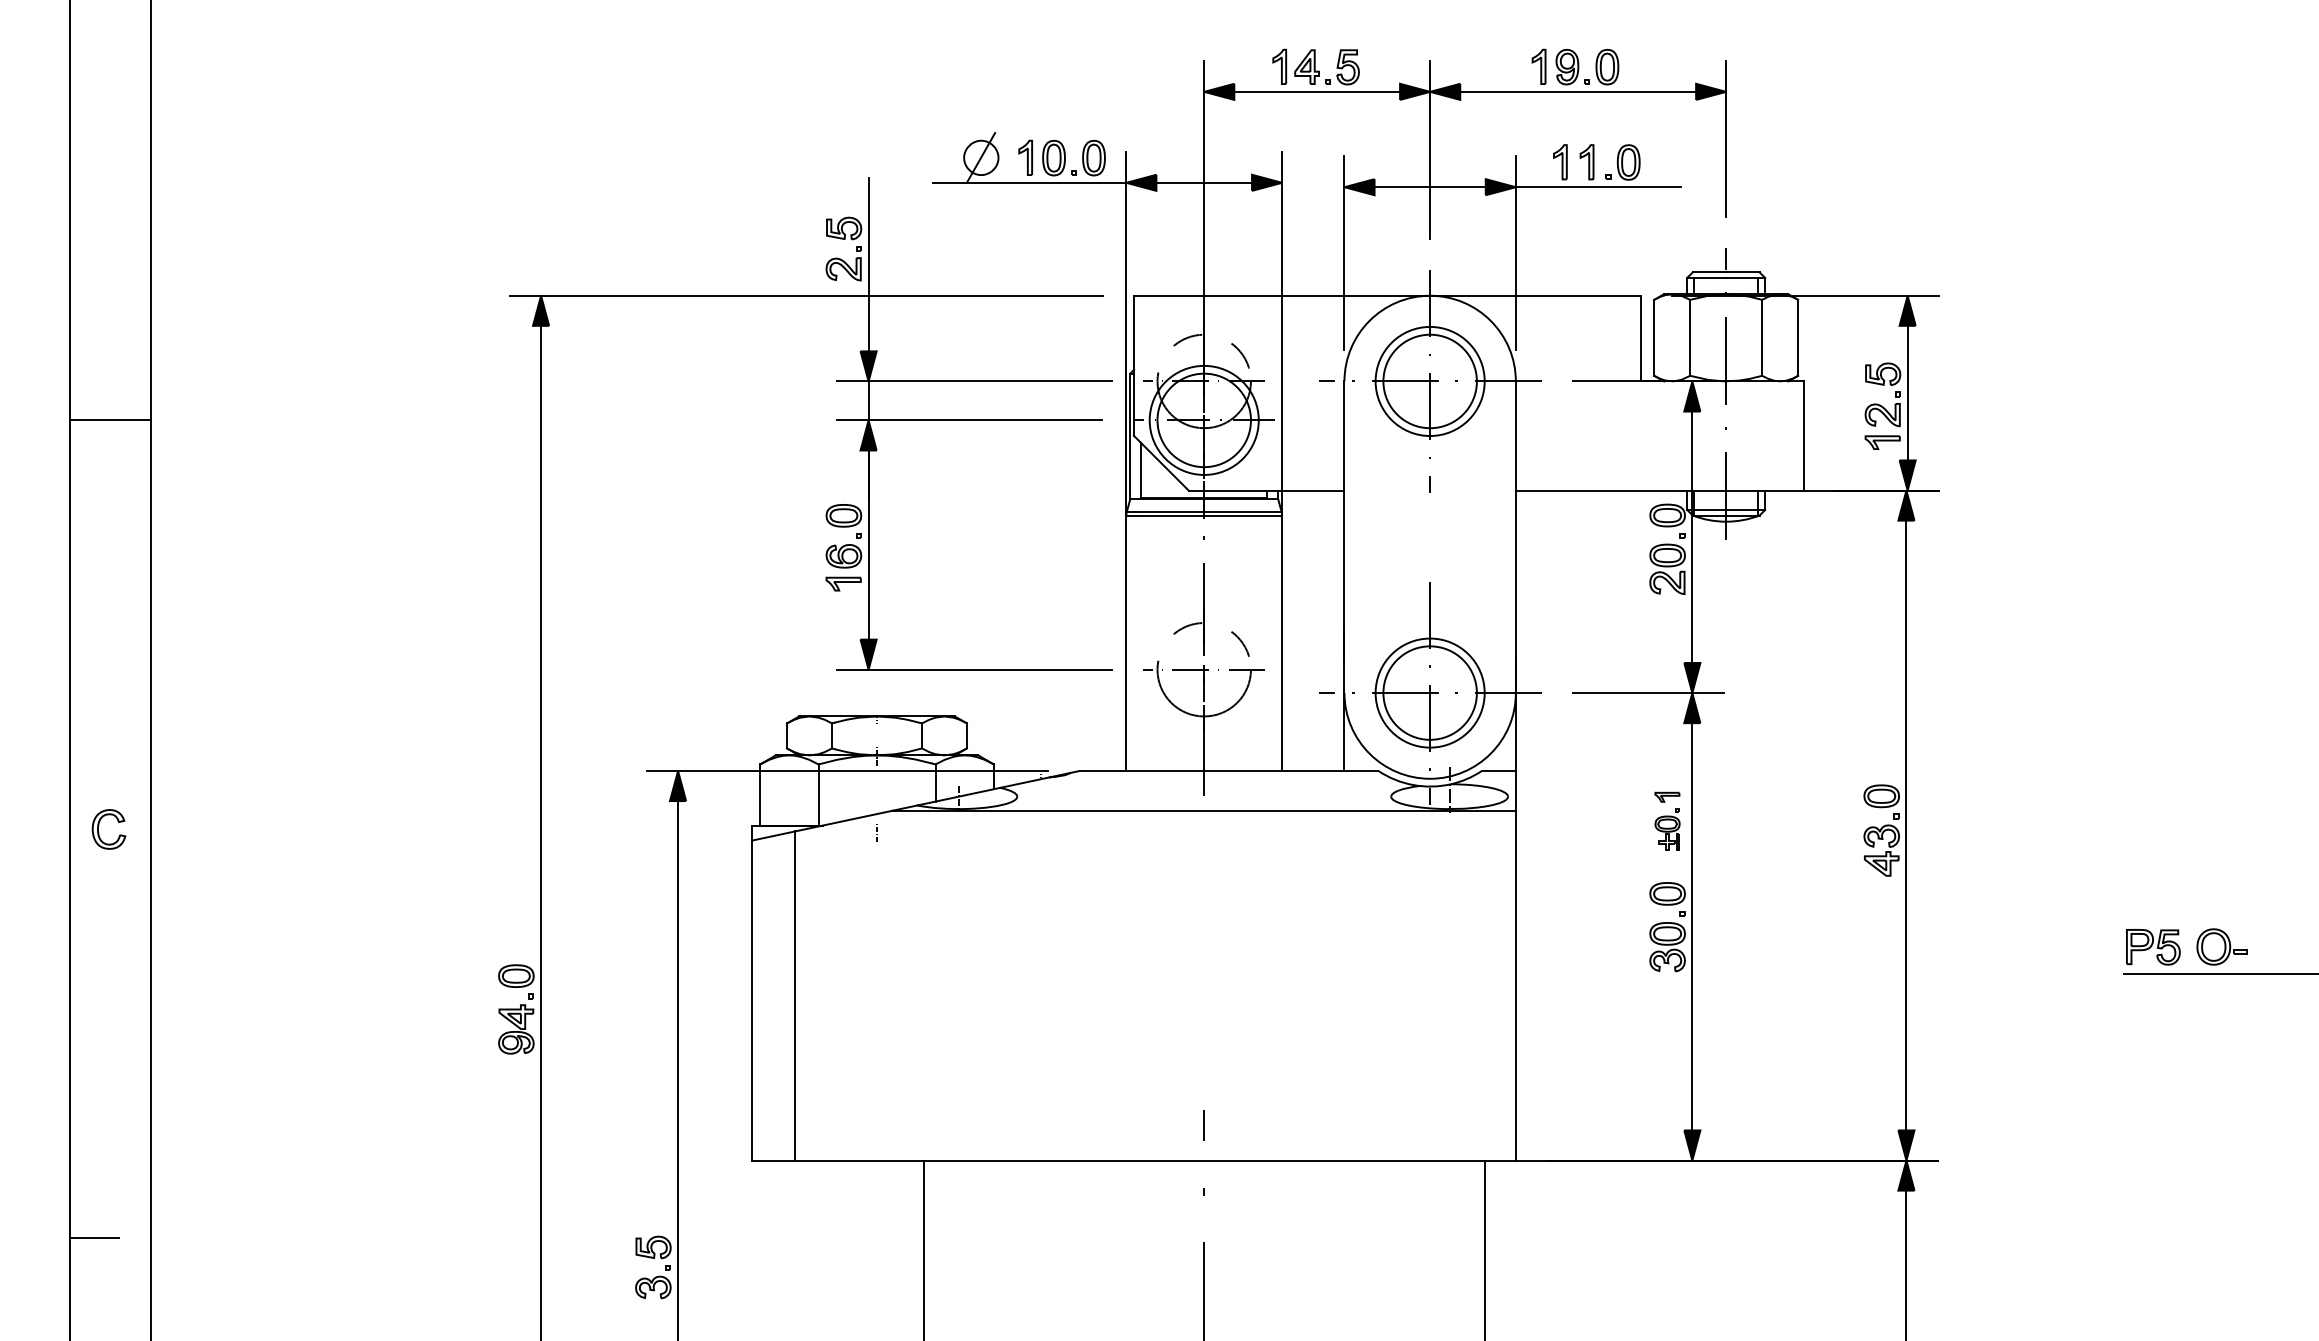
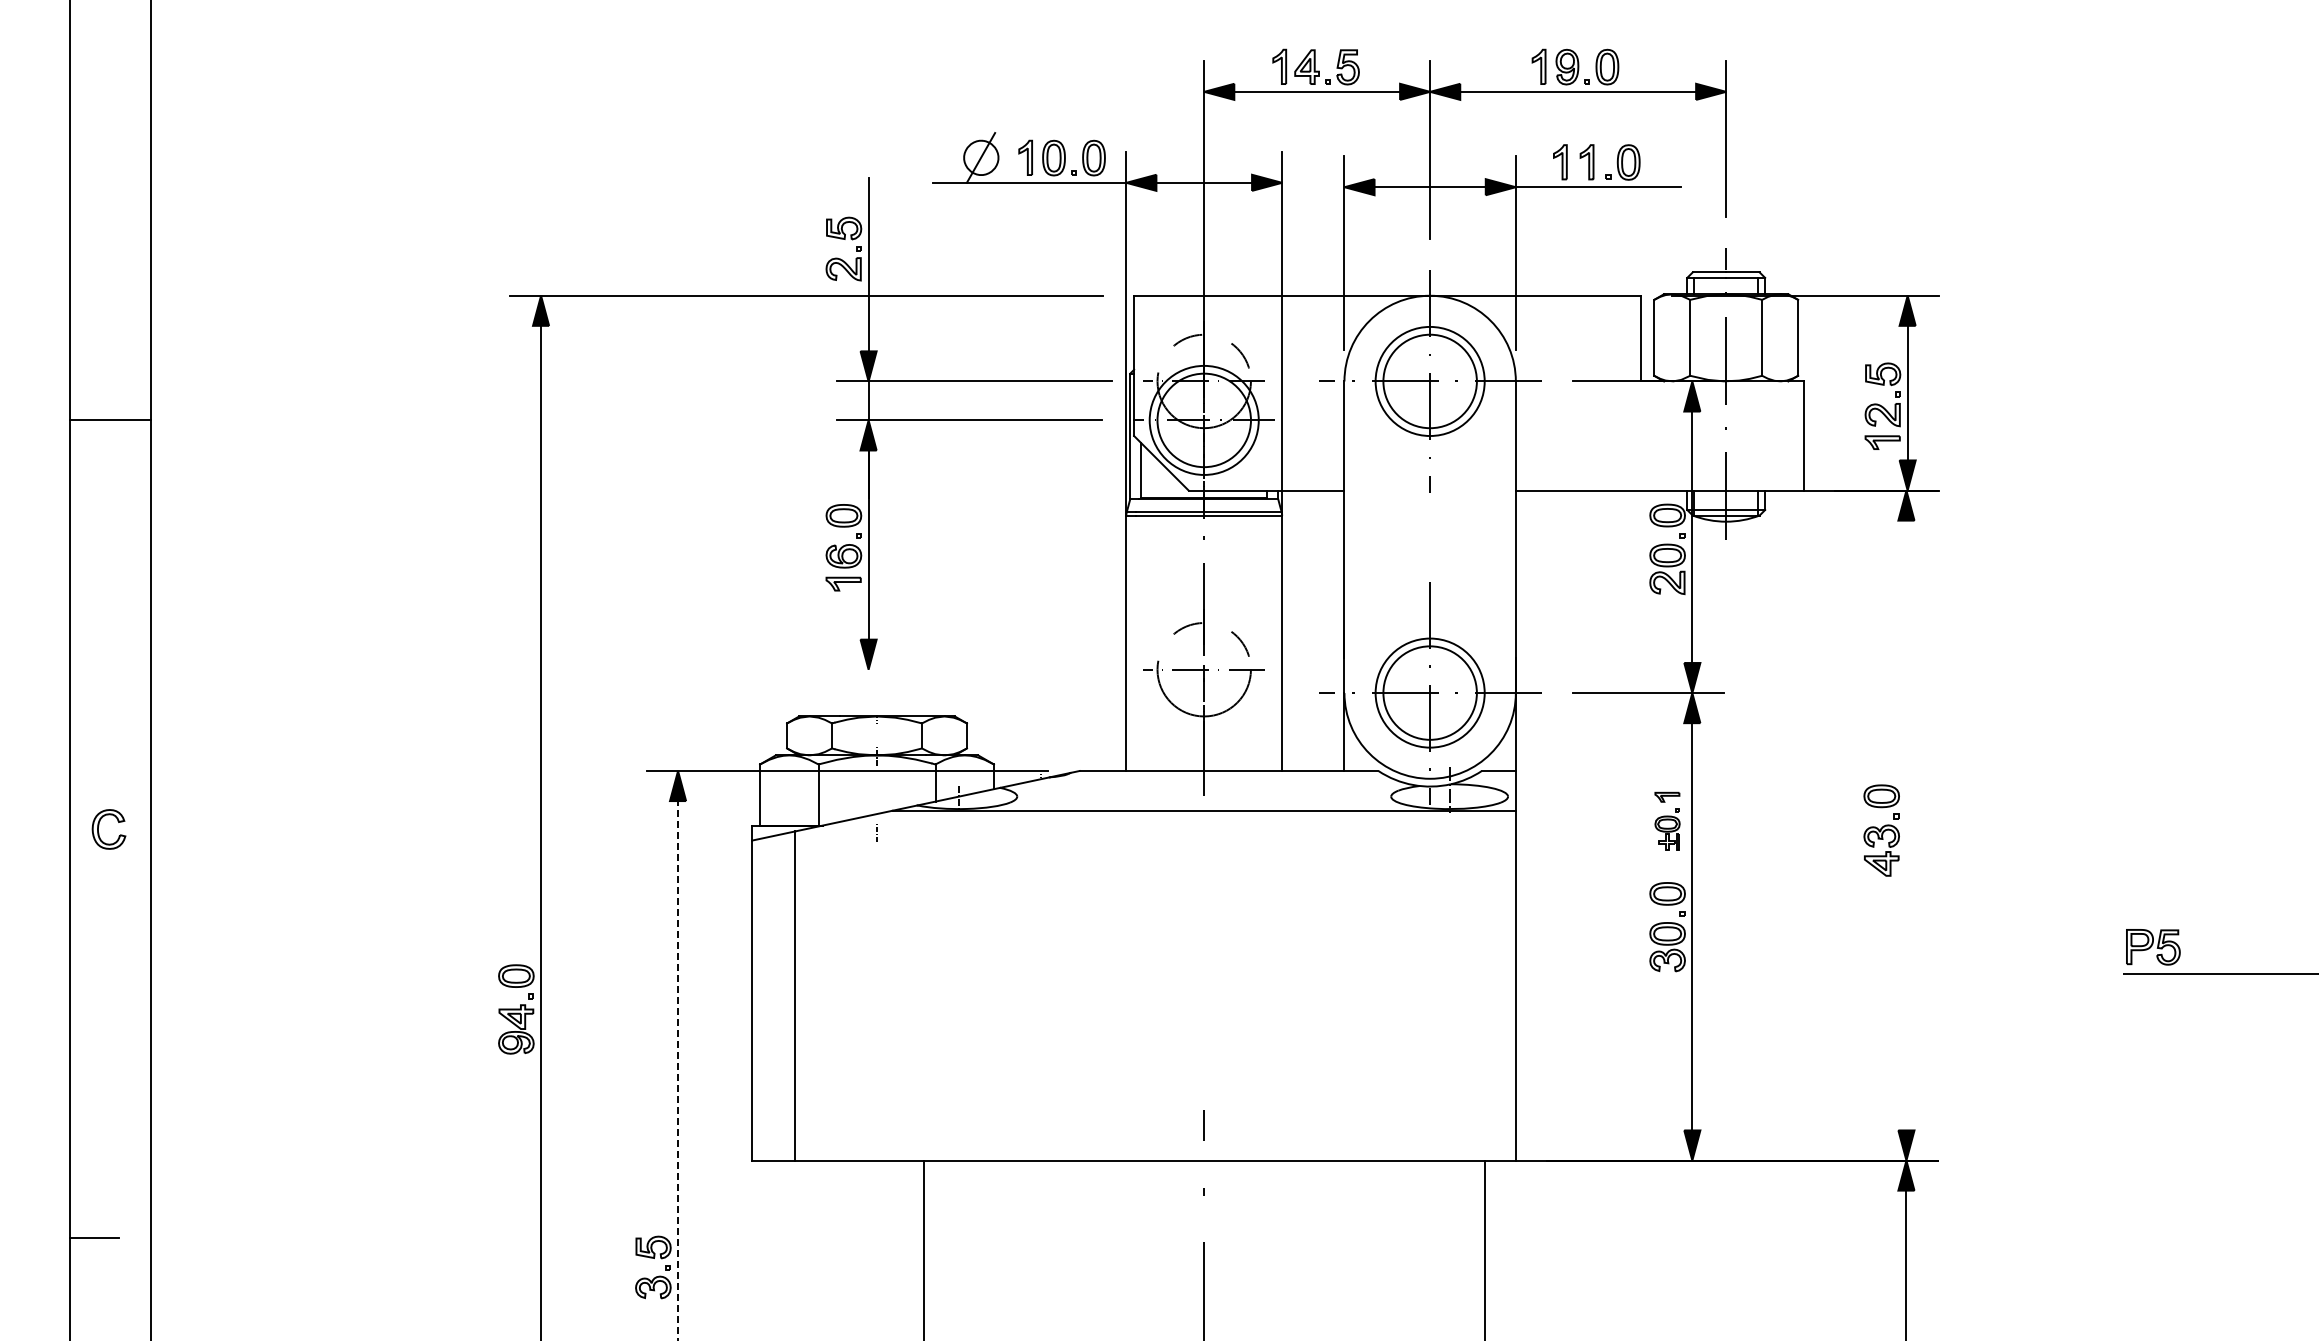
line at (974, 669): present -> none
line at (1906, 825): present -> none
part at (2221, 946): present -> none
line at (678, 1070): solid -> dashed
